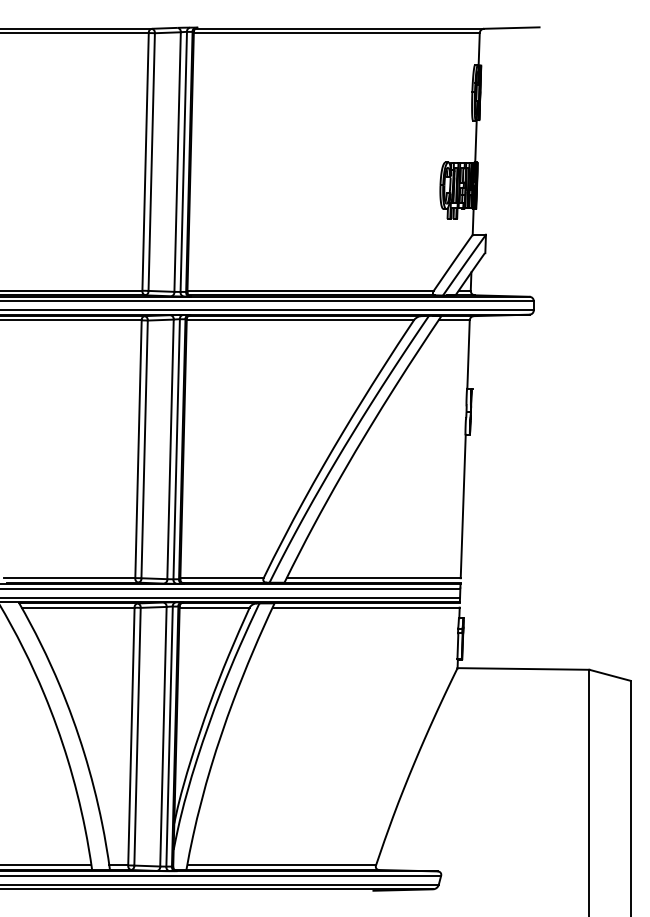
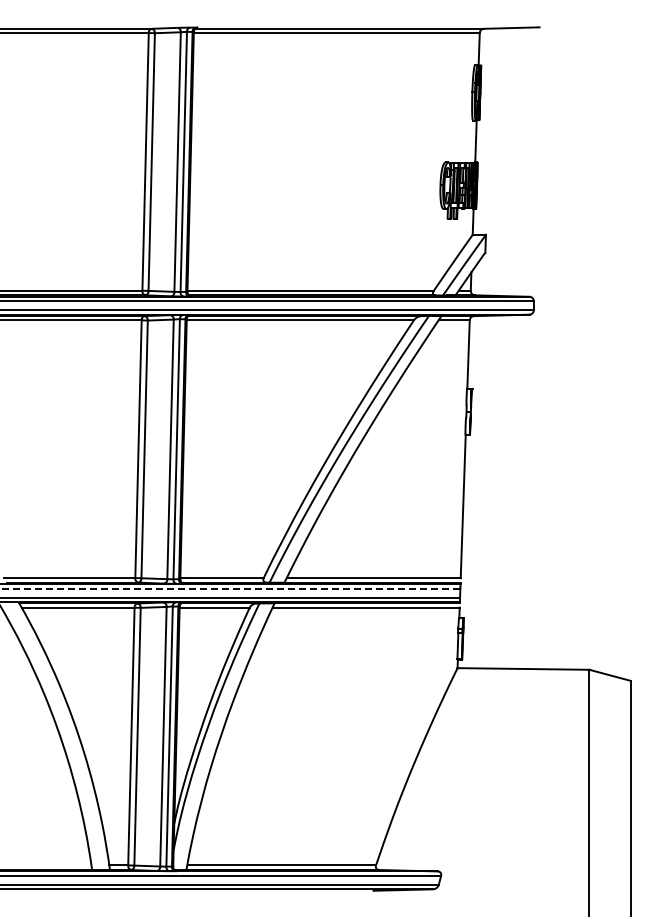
line at (230, 588): solid -> dashed
line at (46, 865): present -> none
